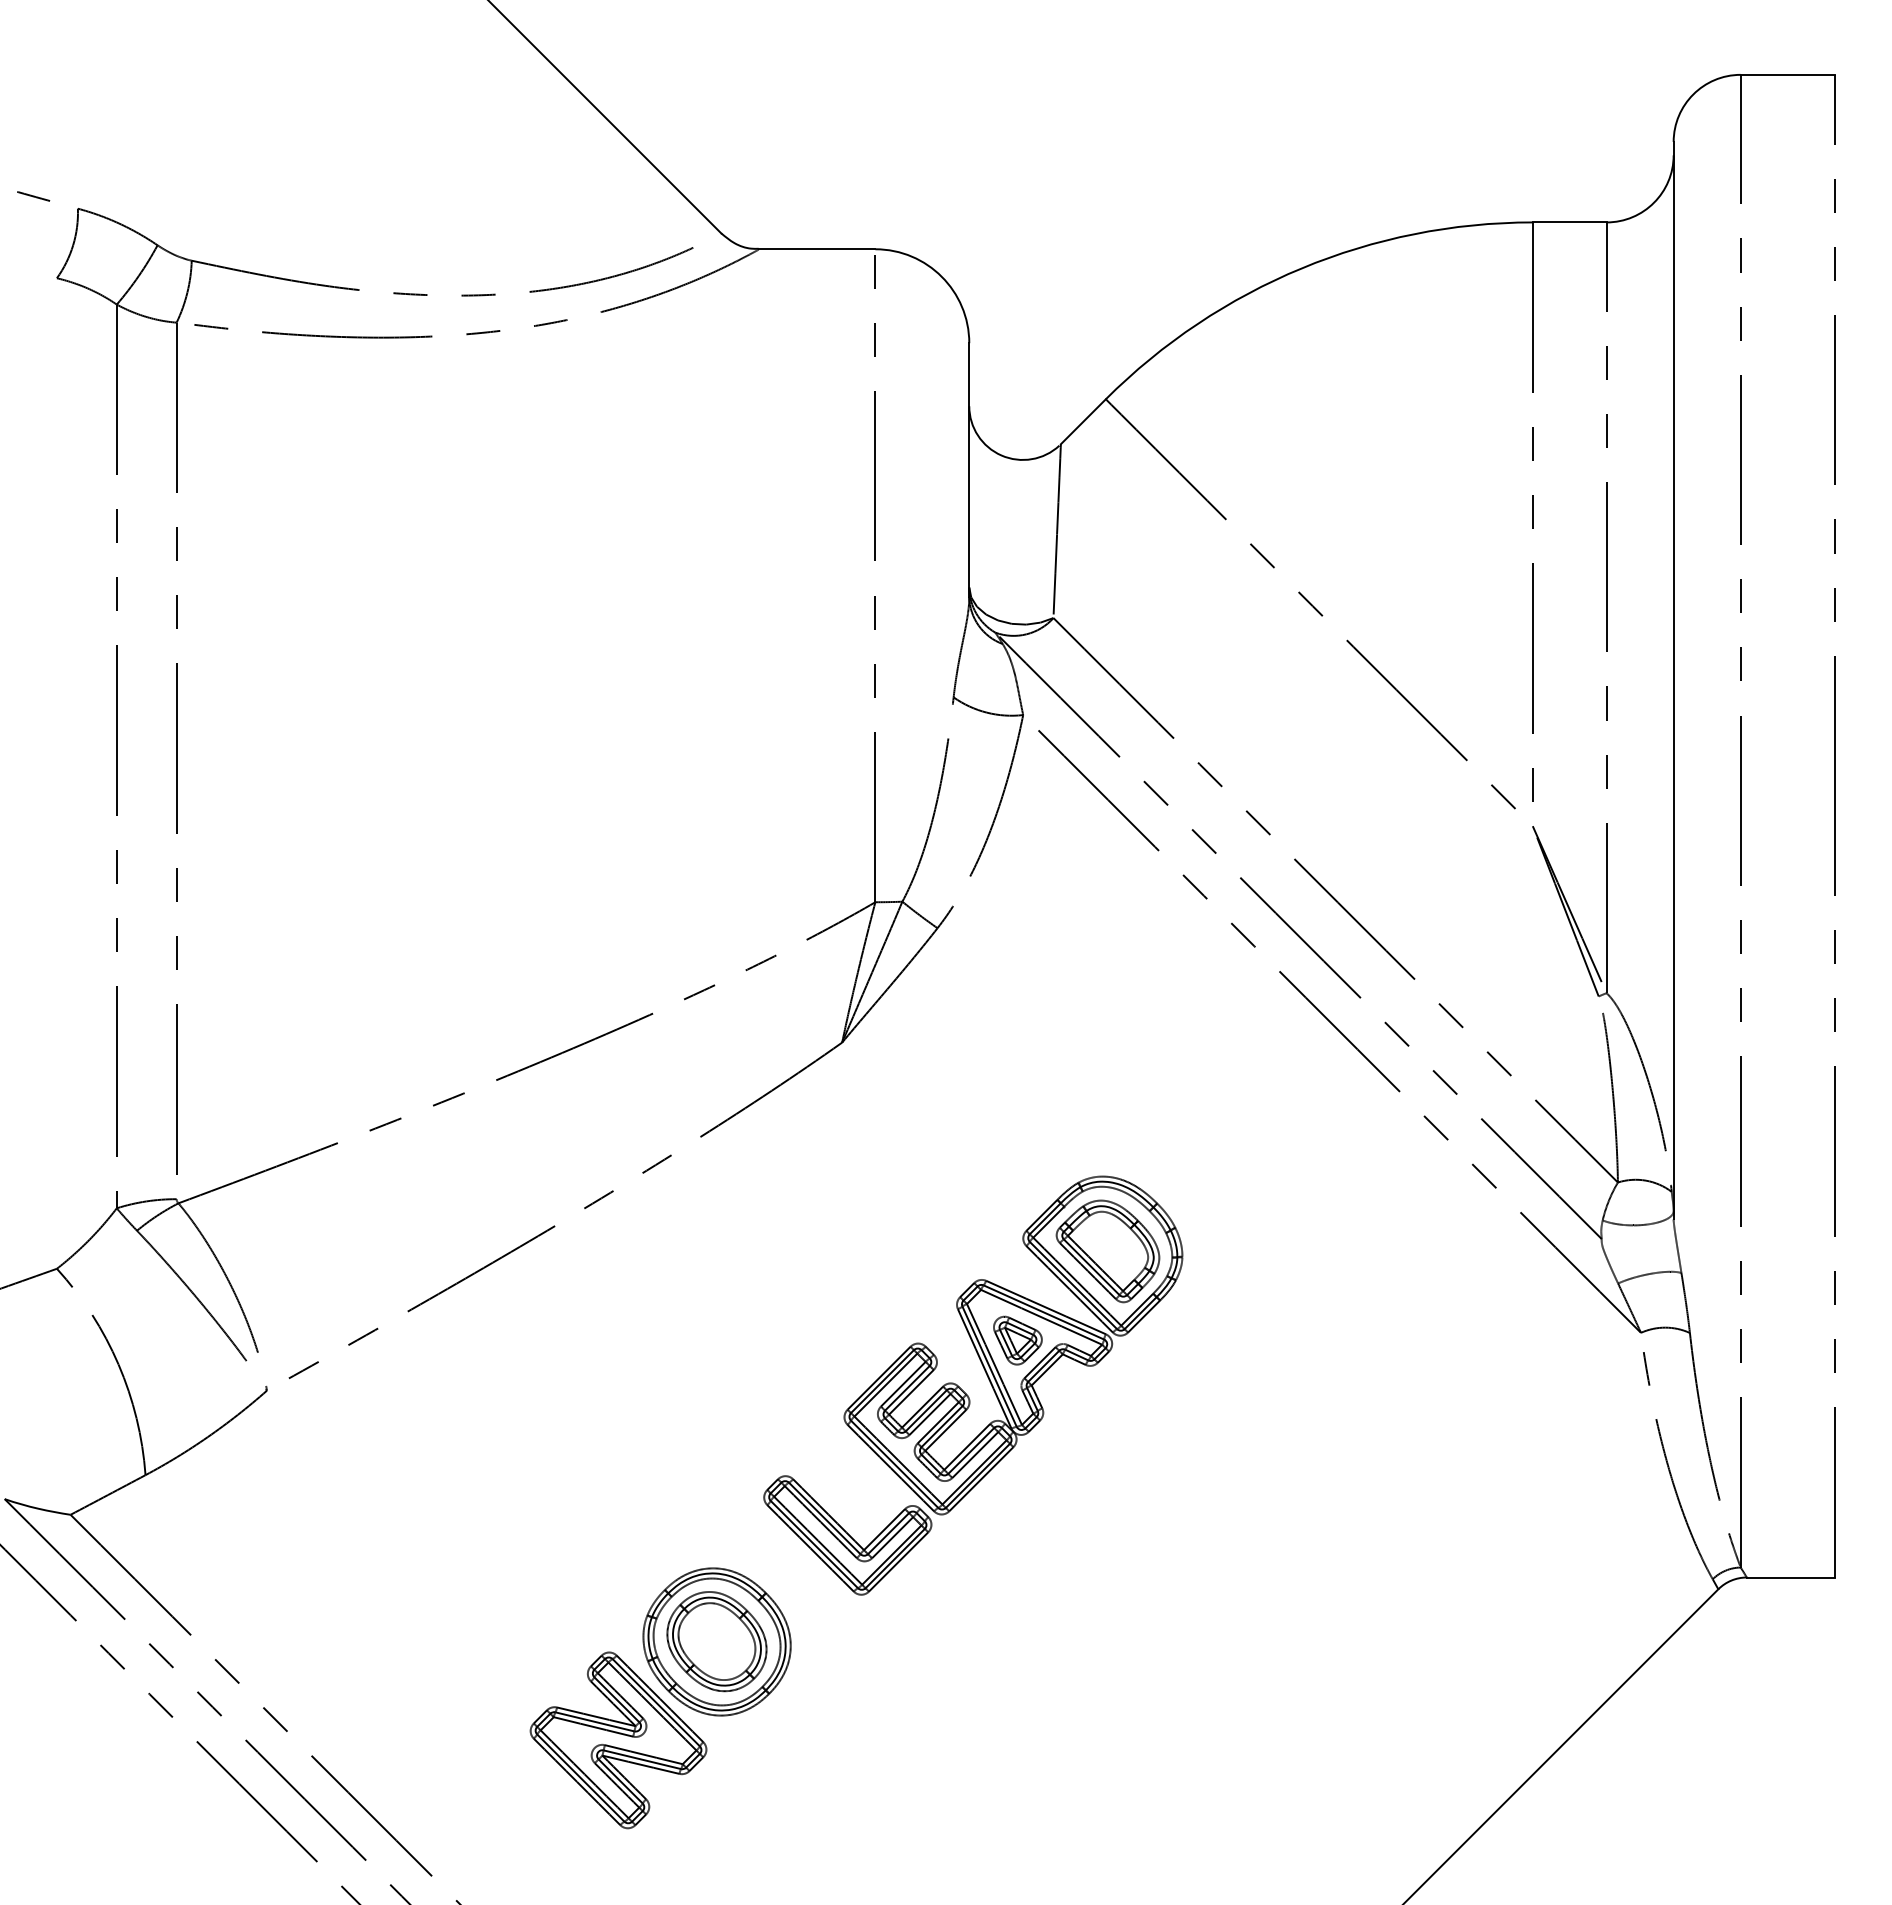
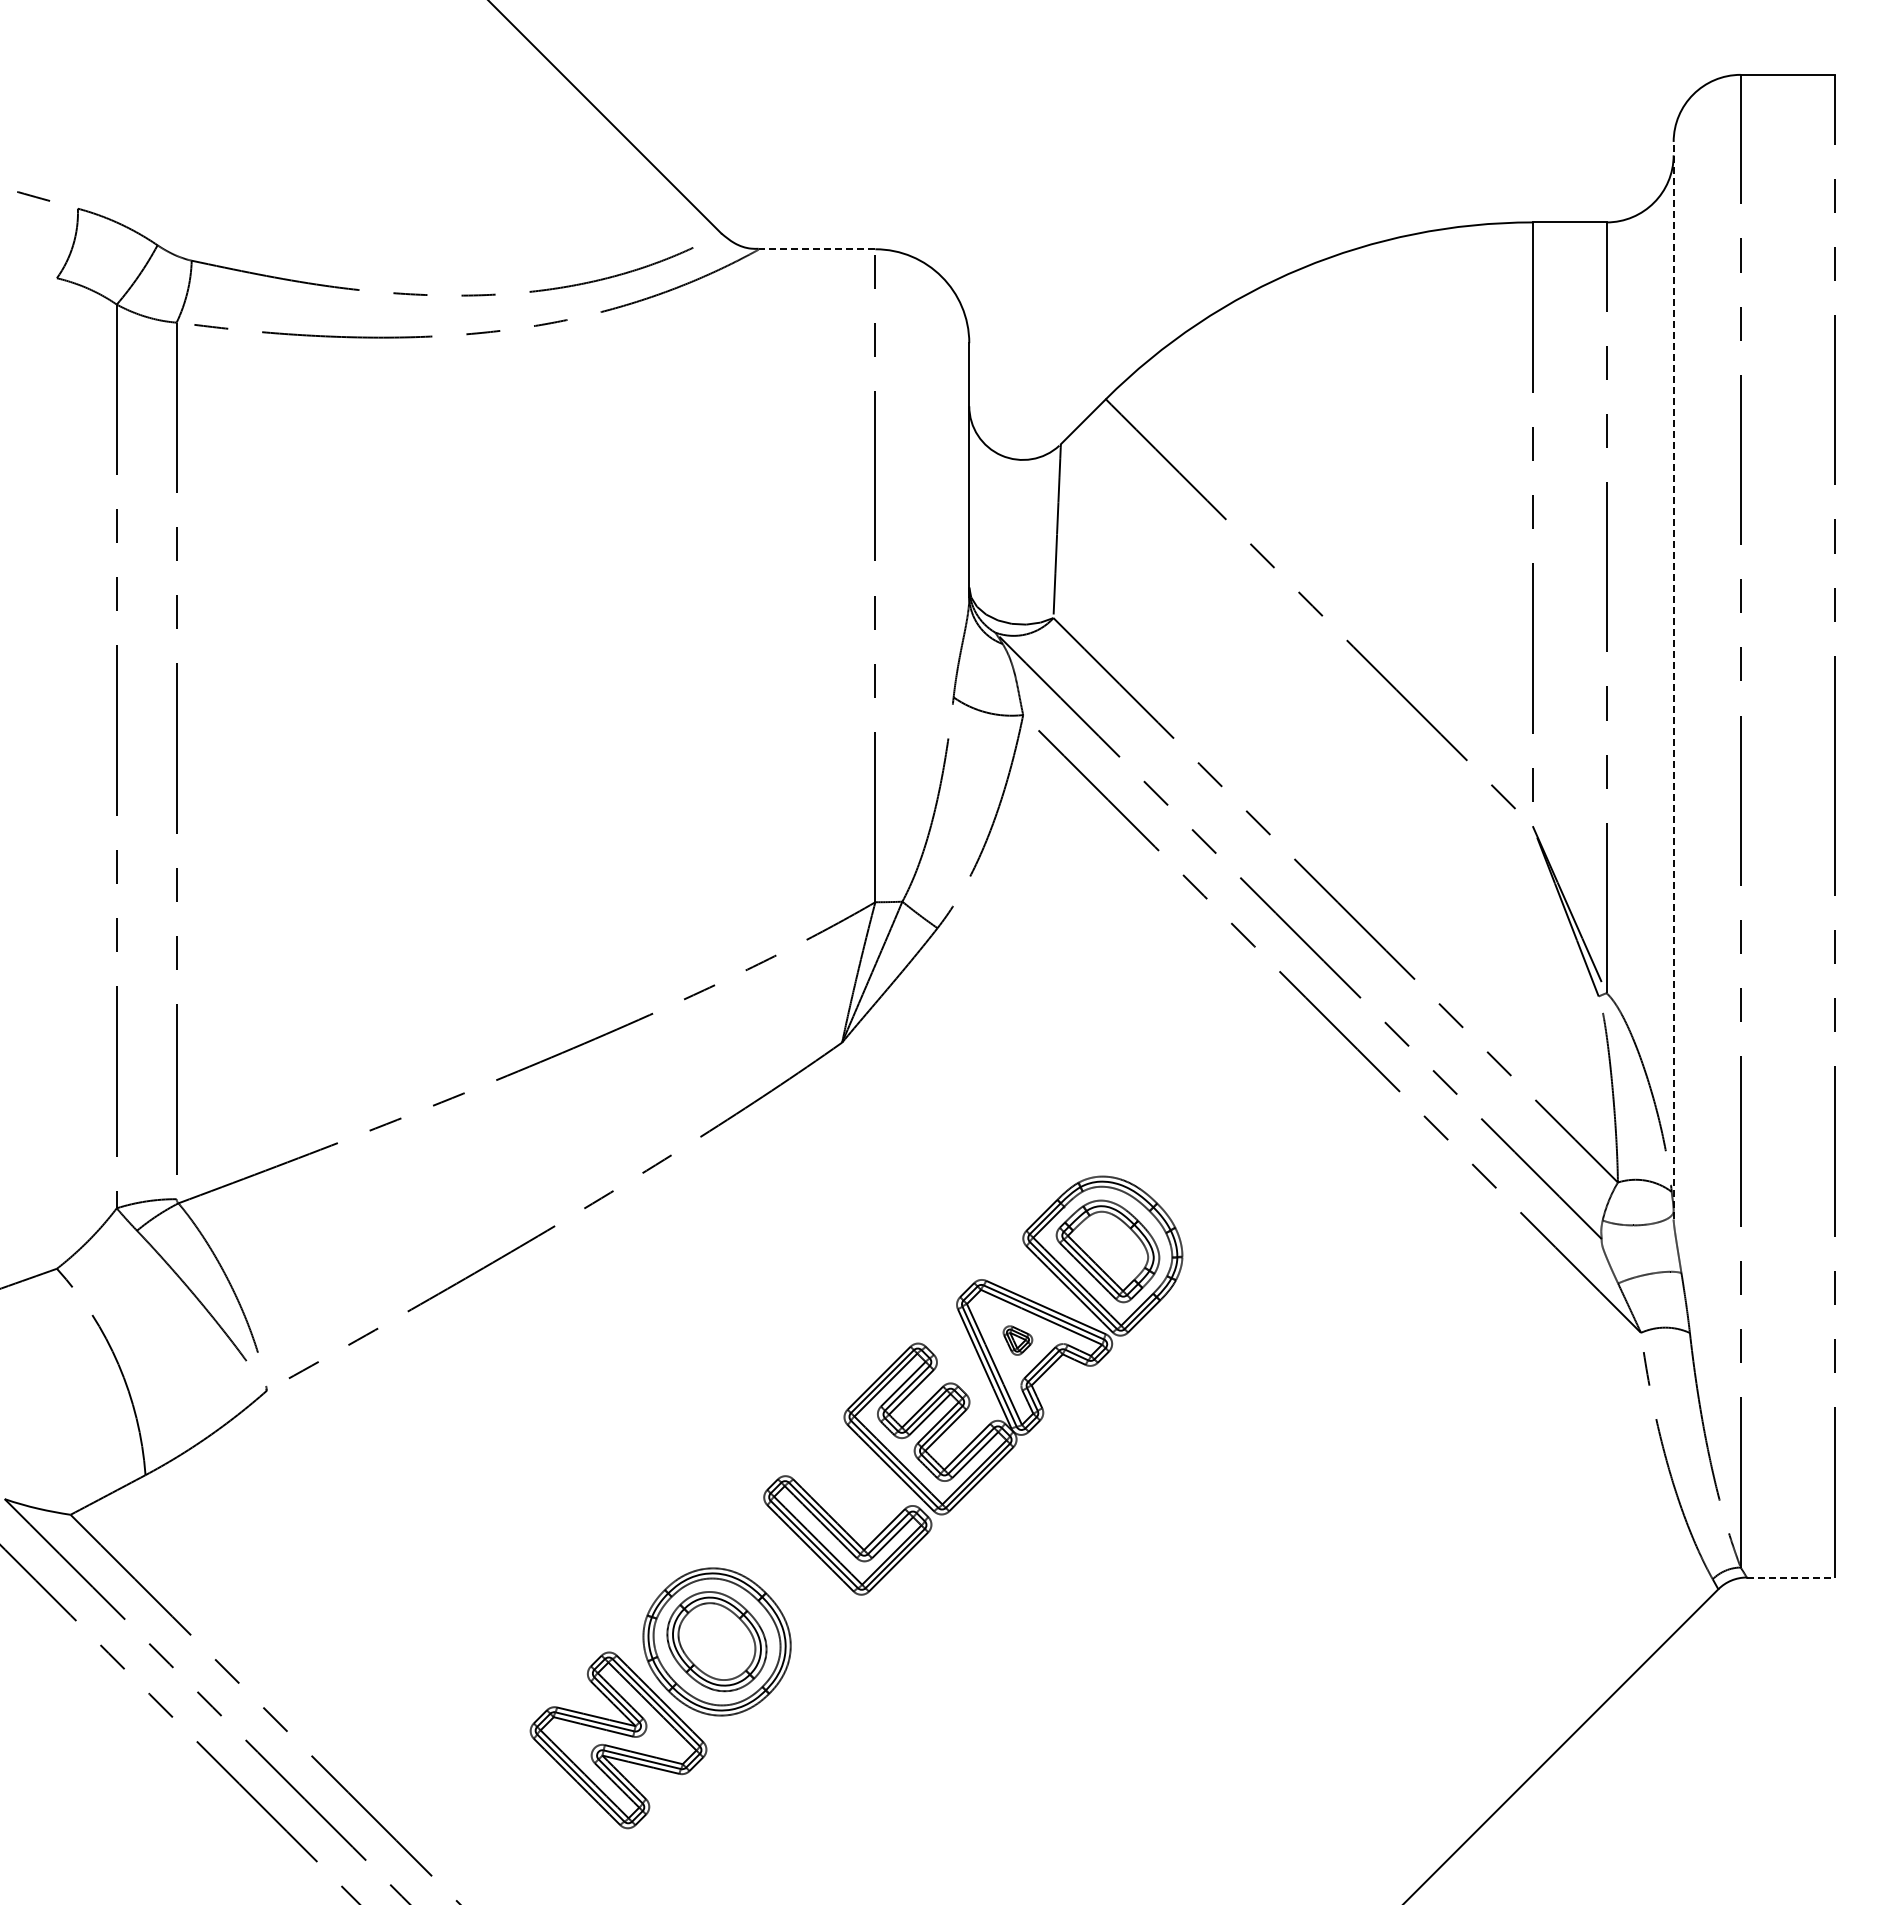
line at (816, 249): solid -> dashed
line at (1673, 680): solid -> dashed
part at (1017, 1340) size: 50x51 px -> 32x31 px
line at (1791, 1577): solid -> dashed
